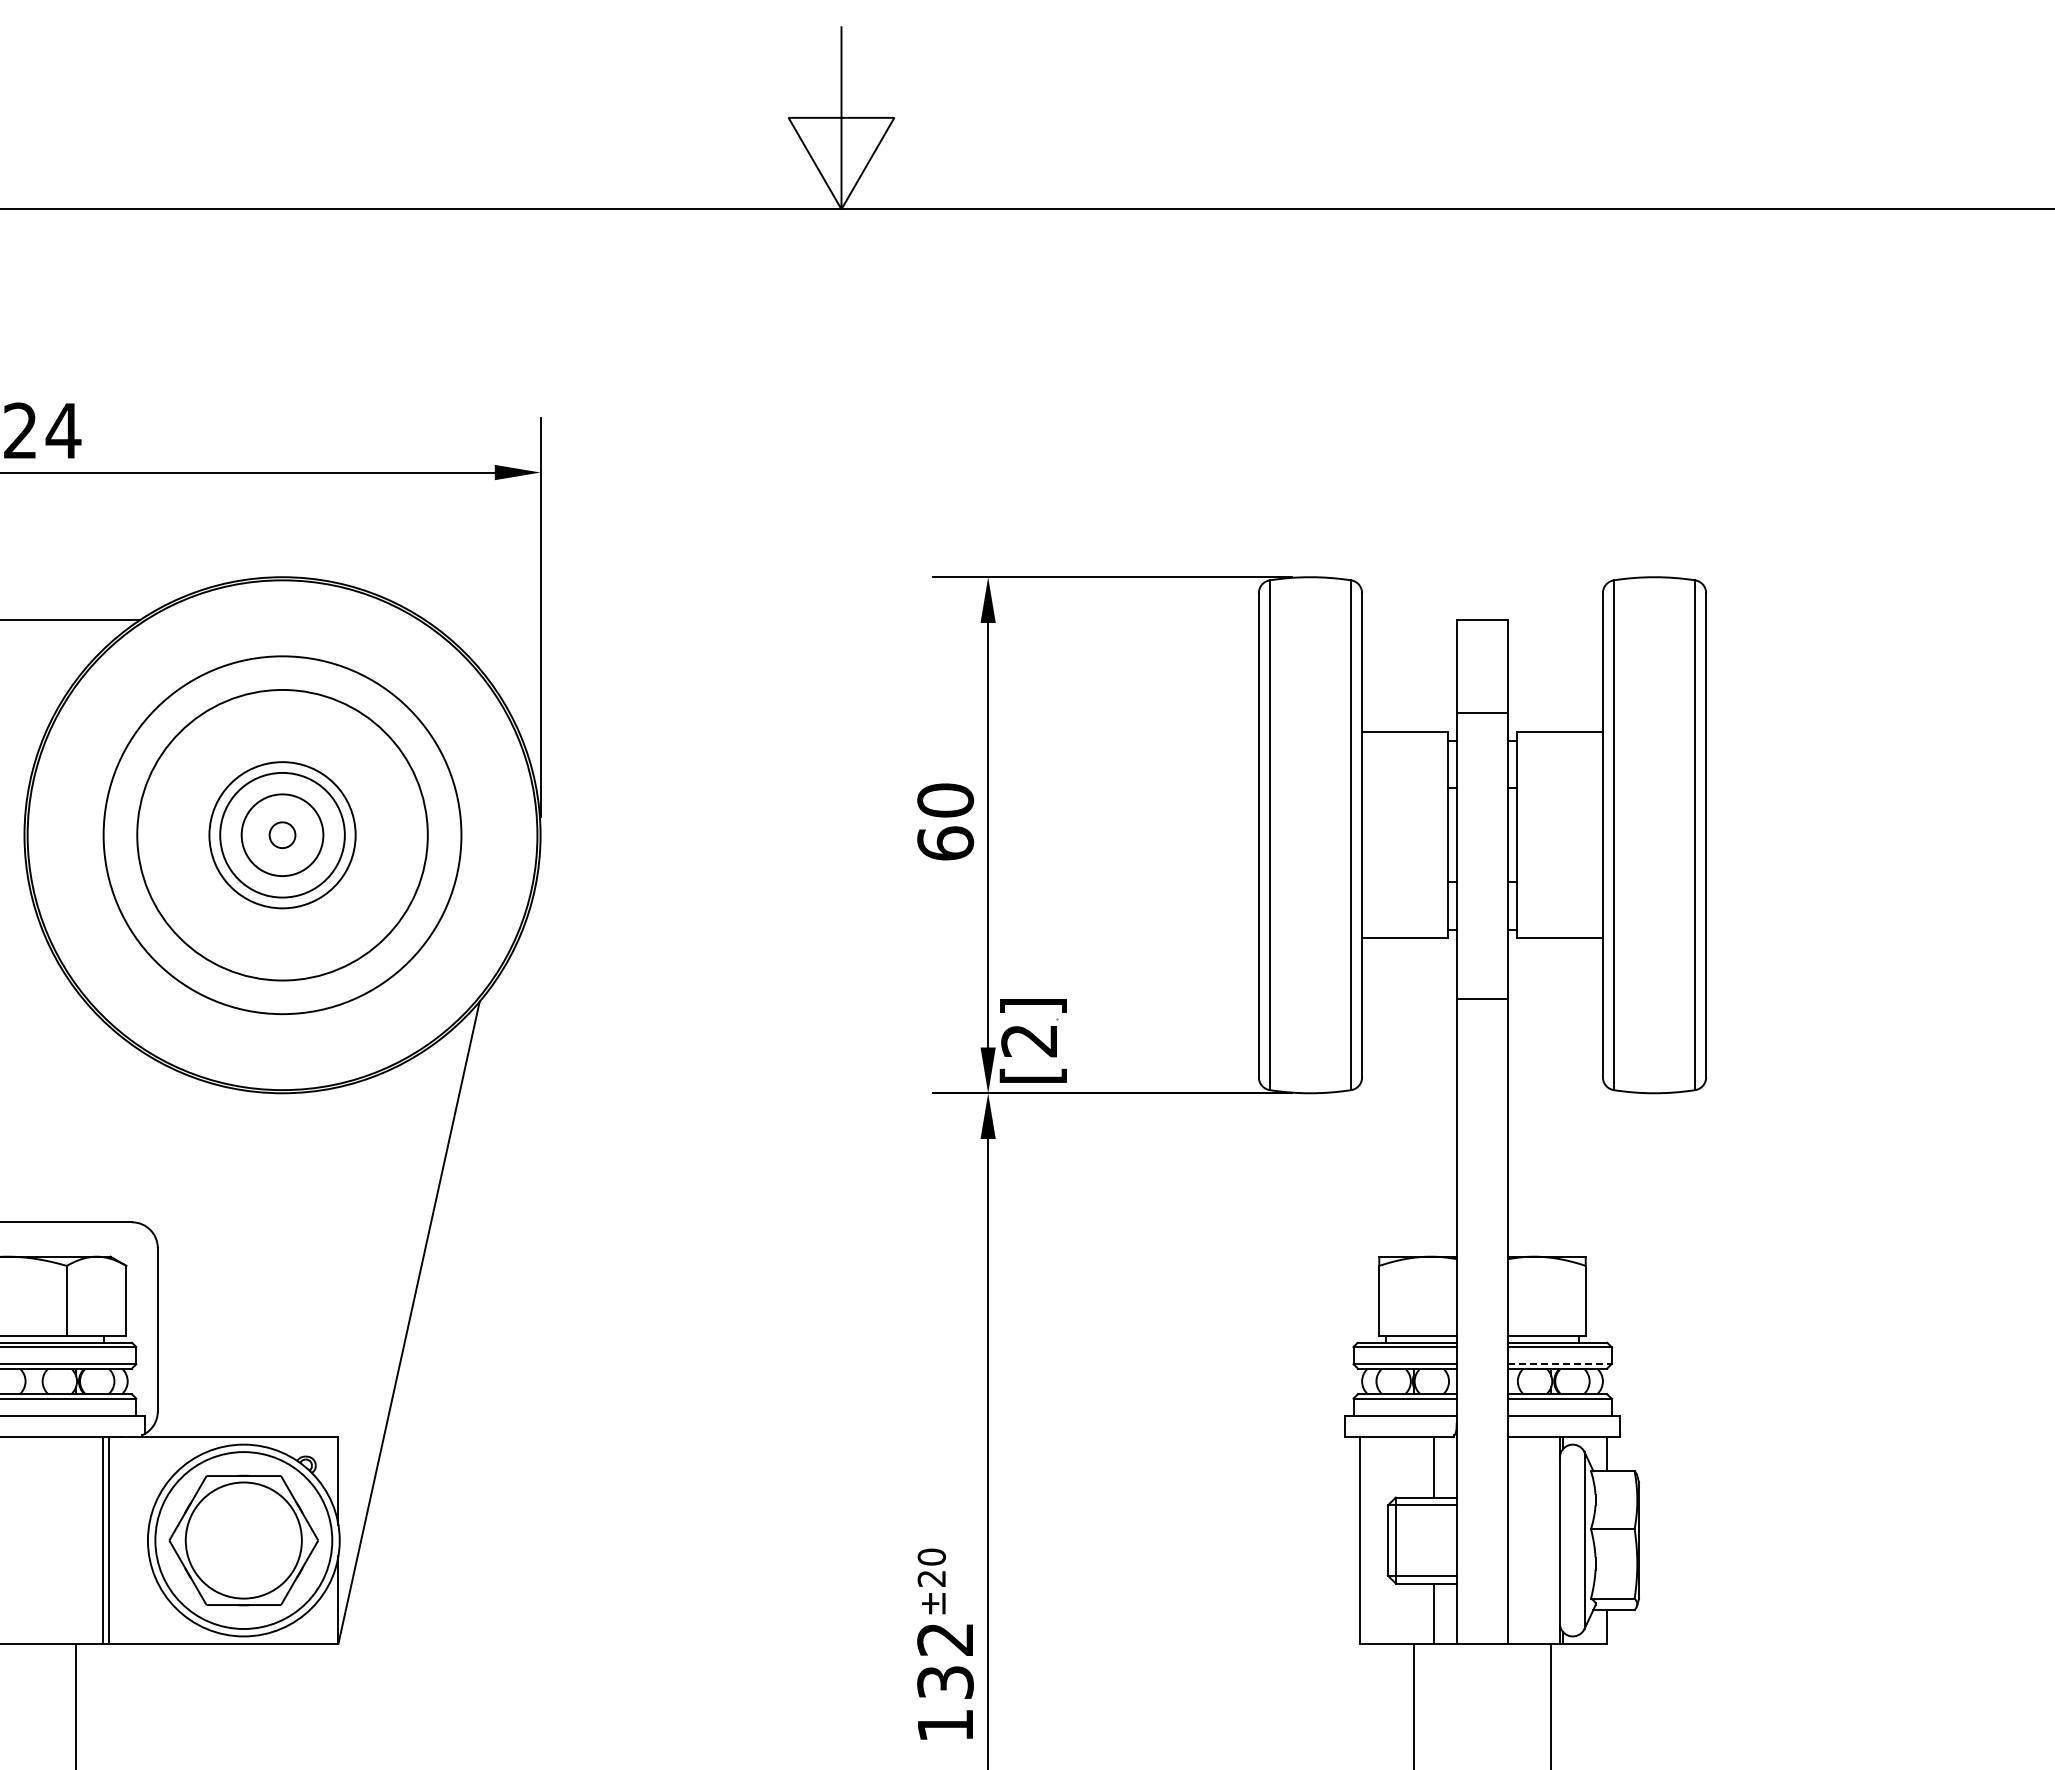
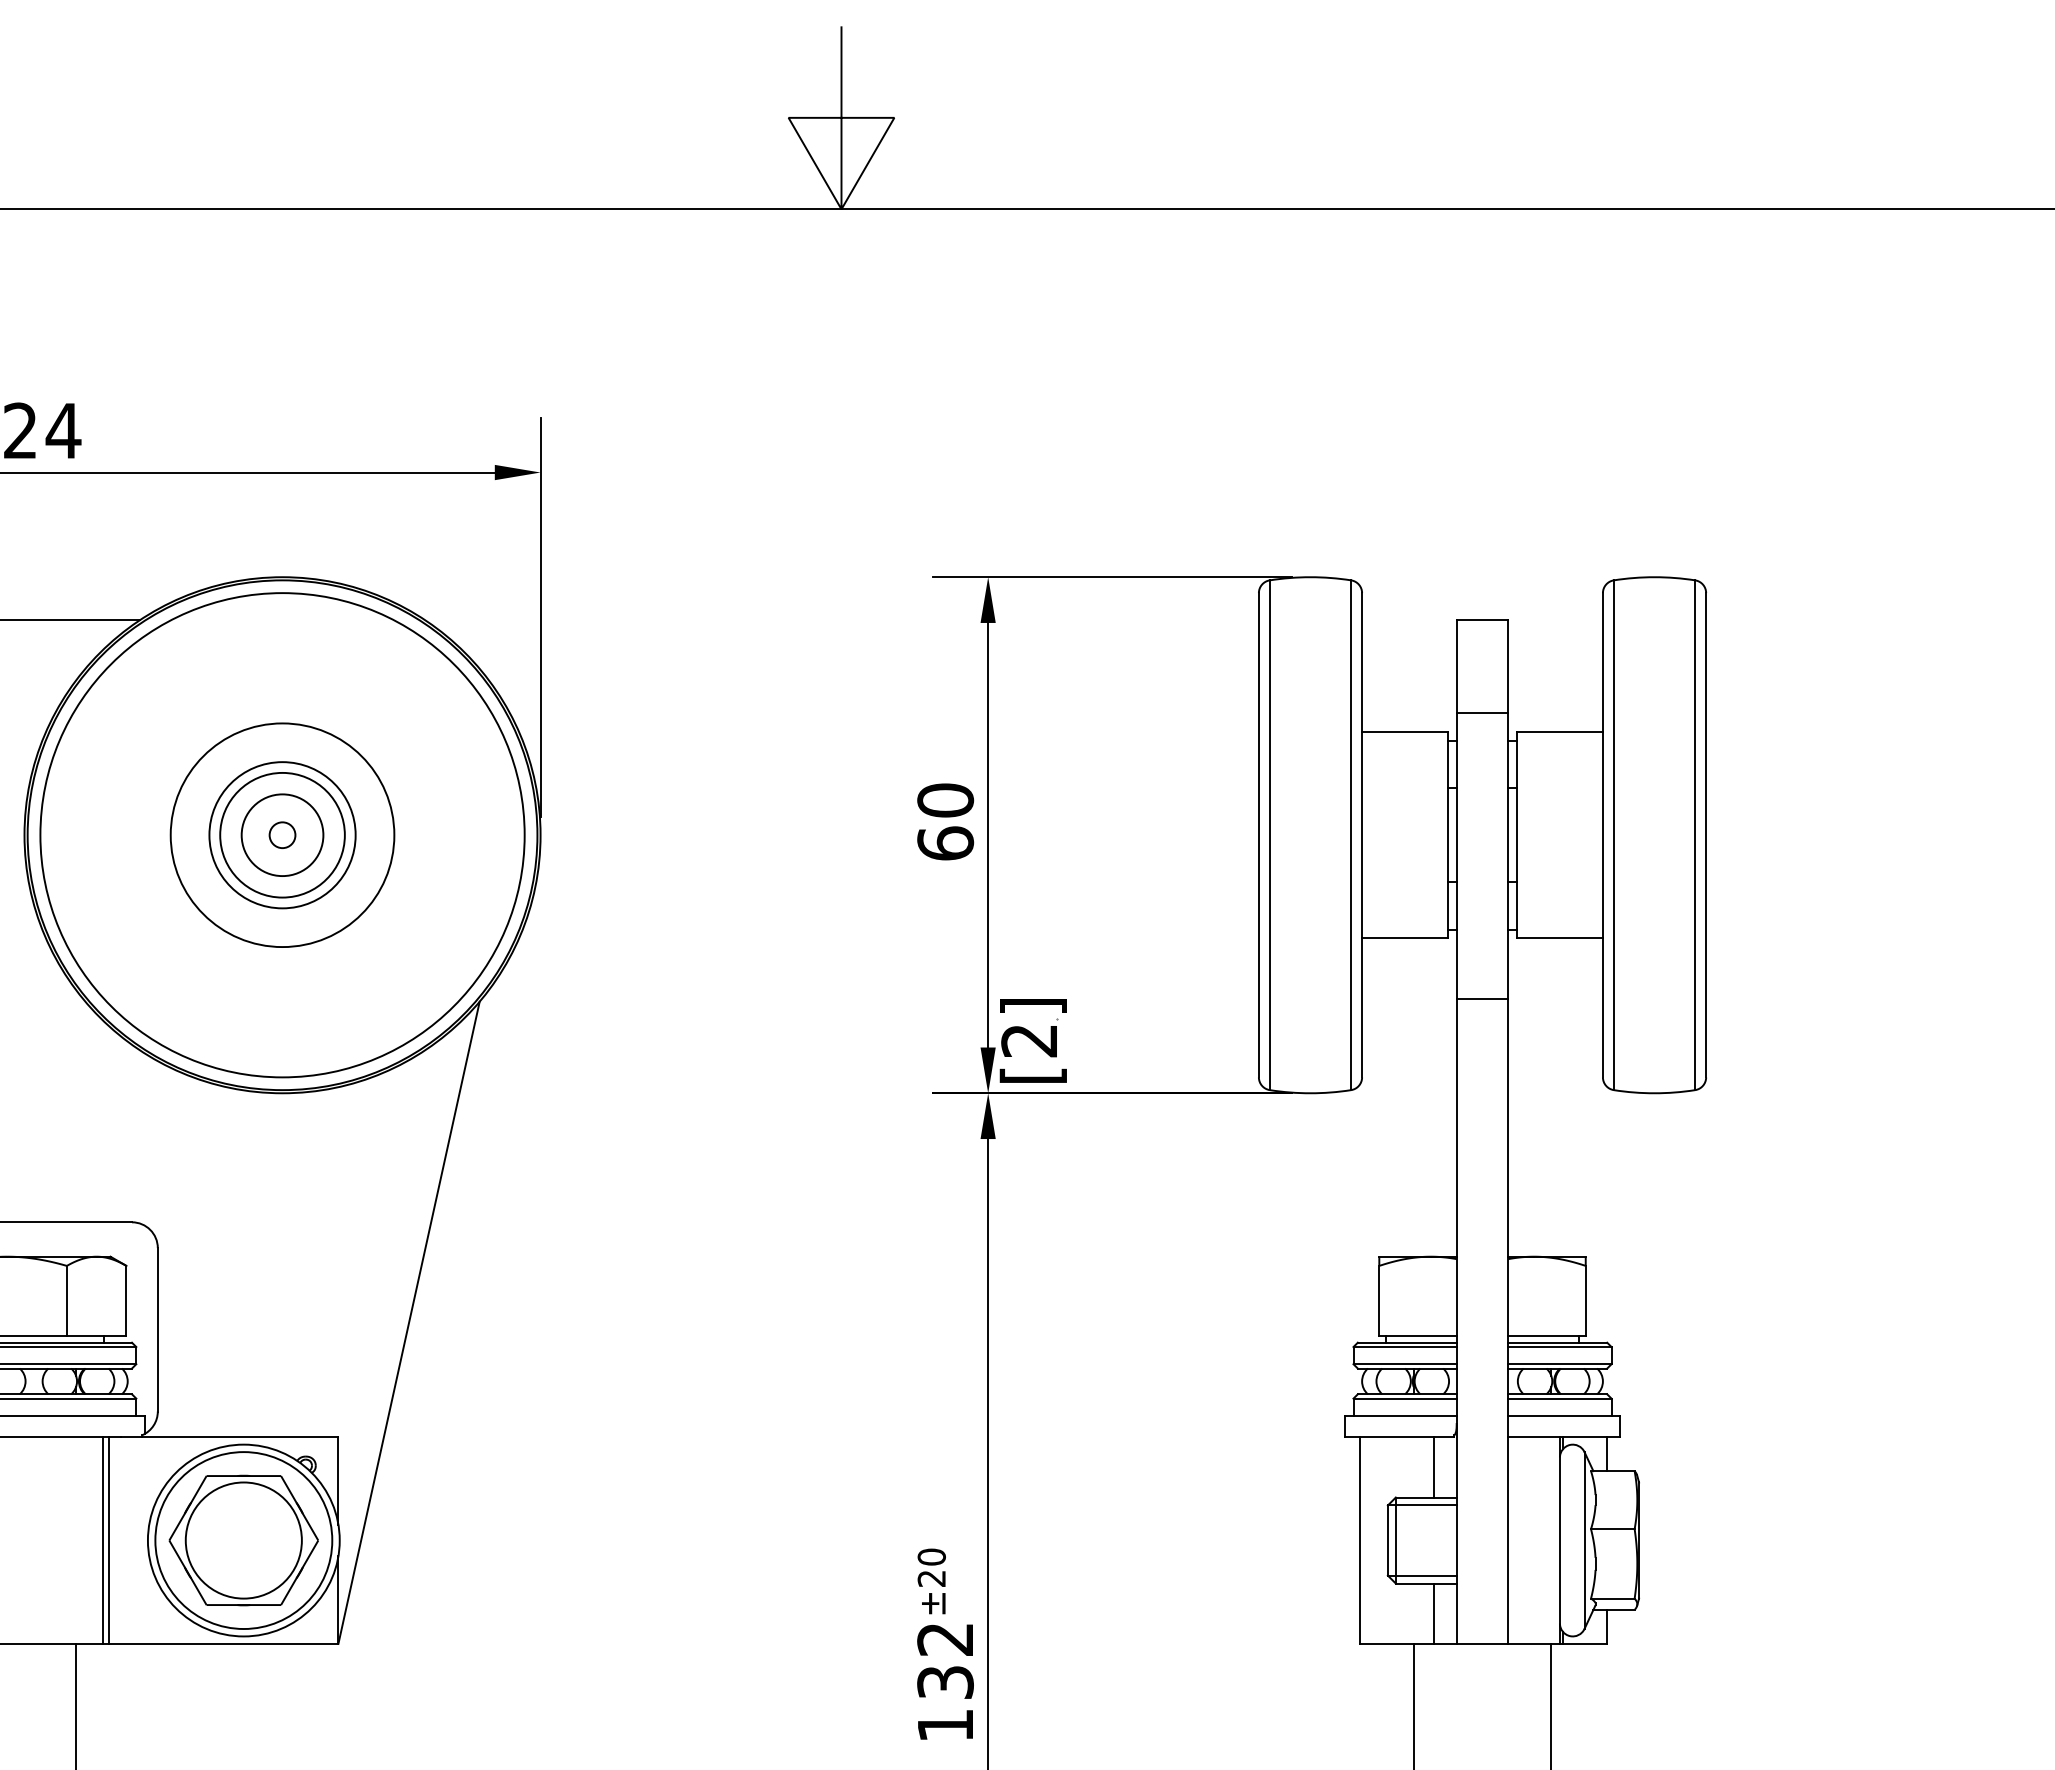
circle at (282, 834) diameter: 291 px -> 484 px
circle at (282, 835) diameter: 358 px -> 224 px
line at (1559, 1364): dashed -> solid
